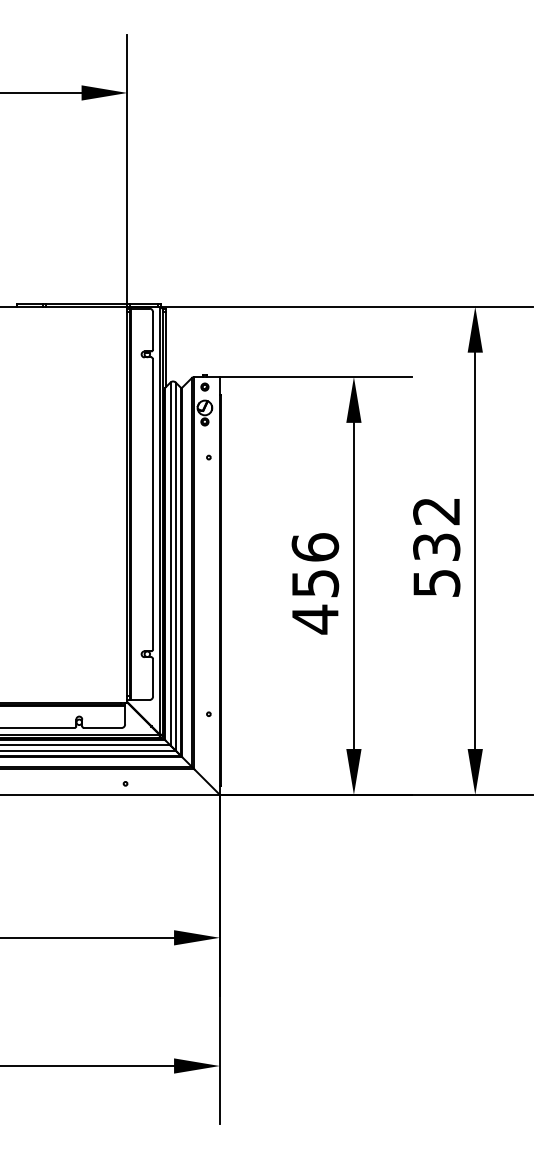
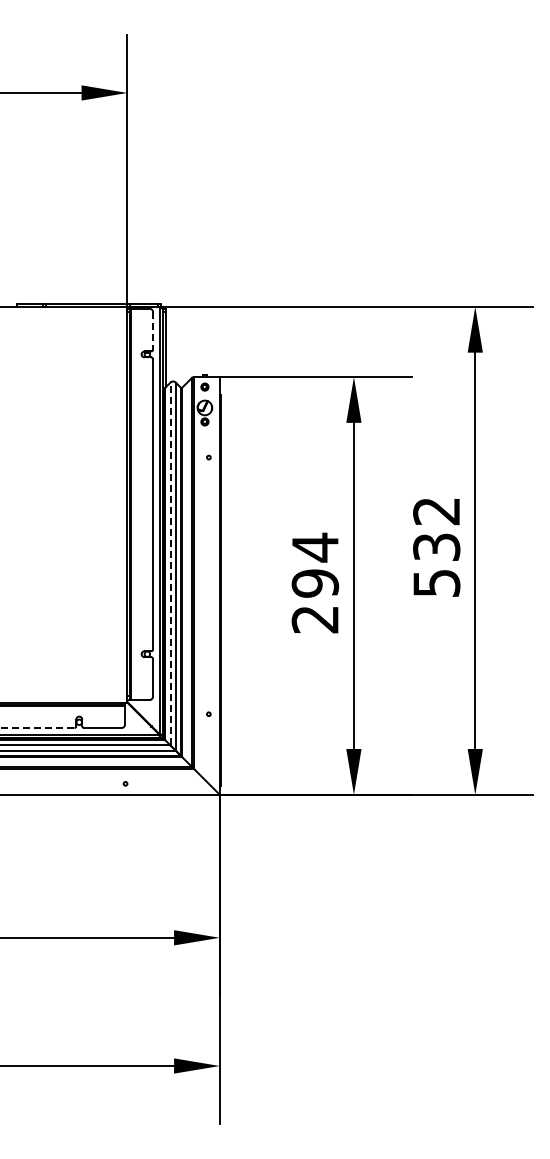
line at (153, 330): solid -> dashed
line at (170, 563): solid -> dashed
text at (315, 583): 456 -> 294
line at (37, 728): solid -> dashed
